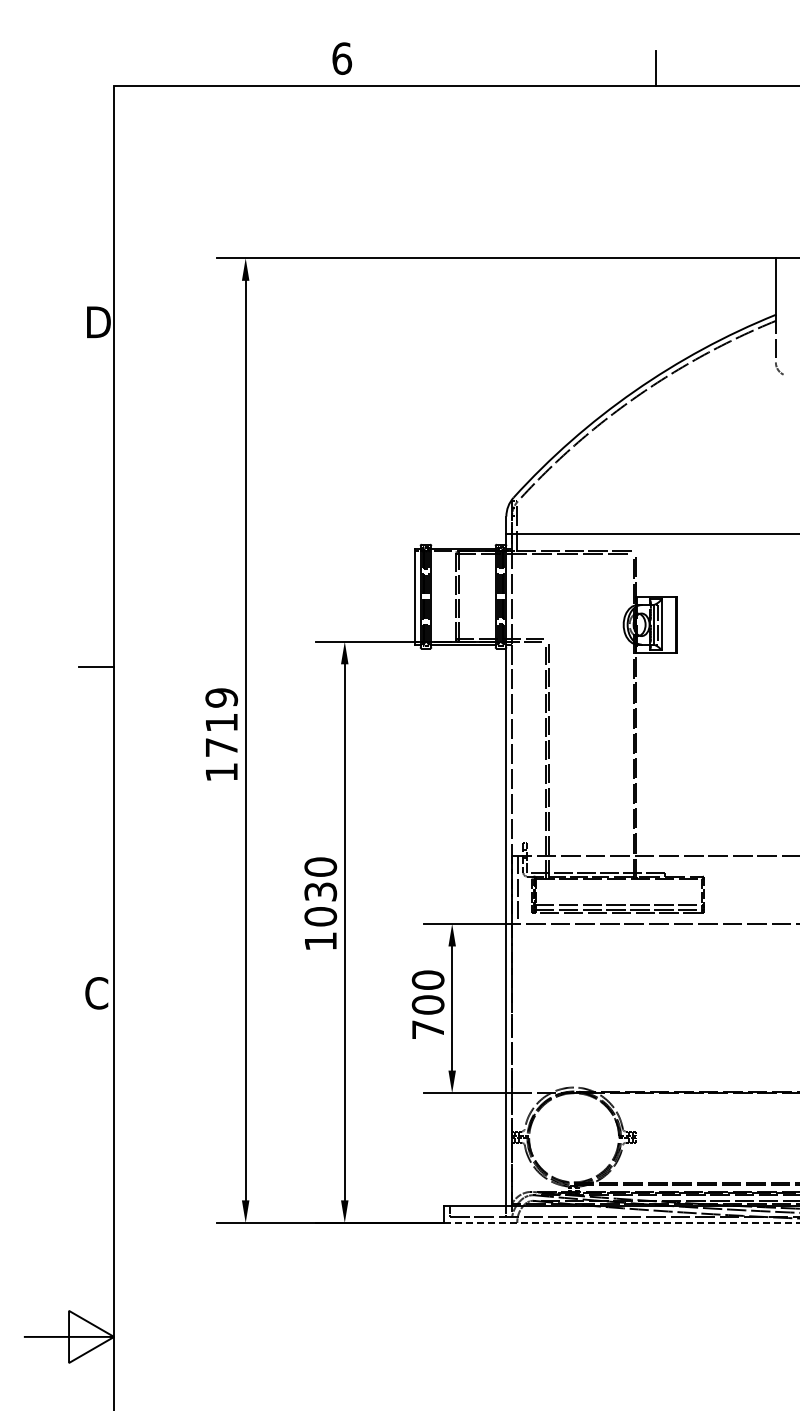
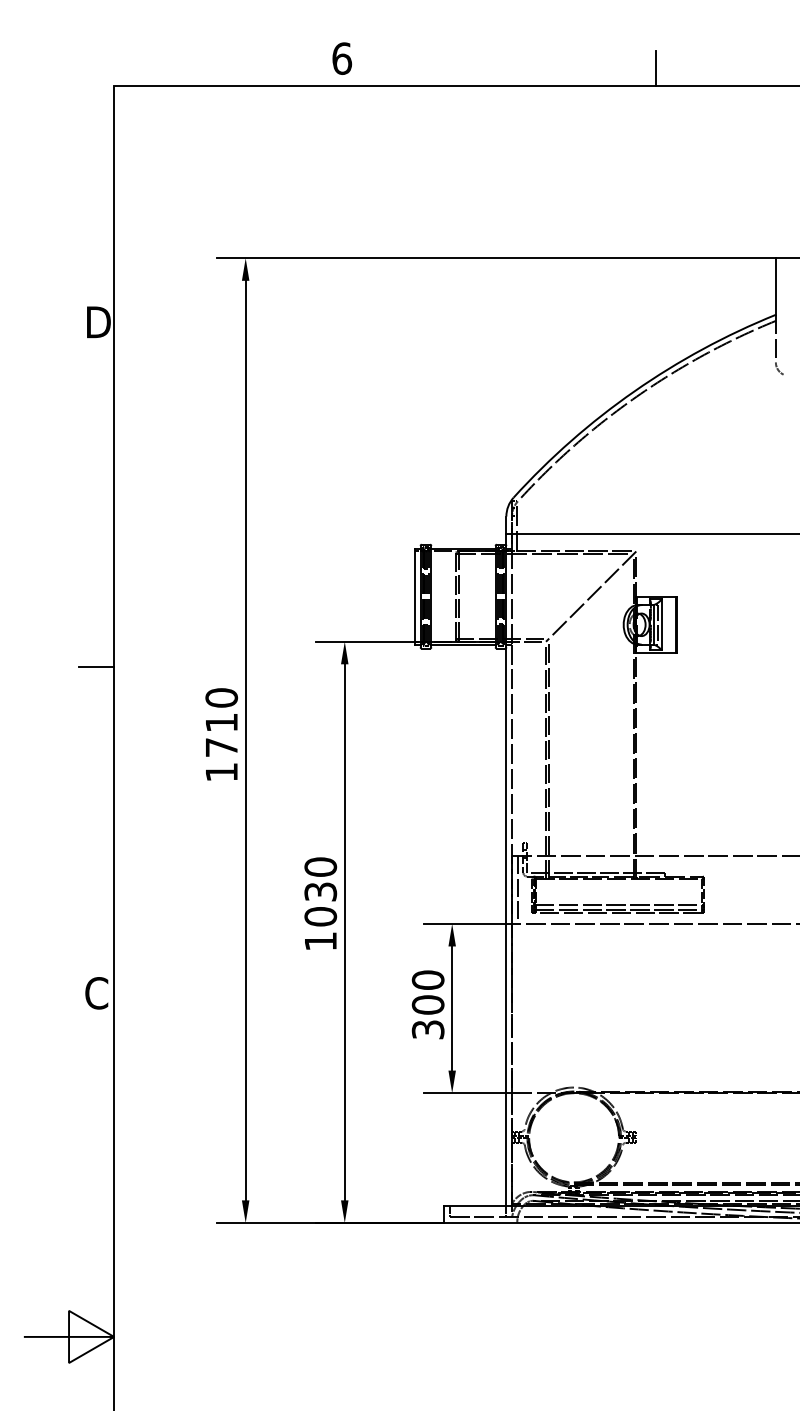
line at (591, 596): none -> present
text at (221, 697): 1719 -> 1710
text at (427, 1029): 700 -> 300
line at (622, 1222): dashed -> solid
